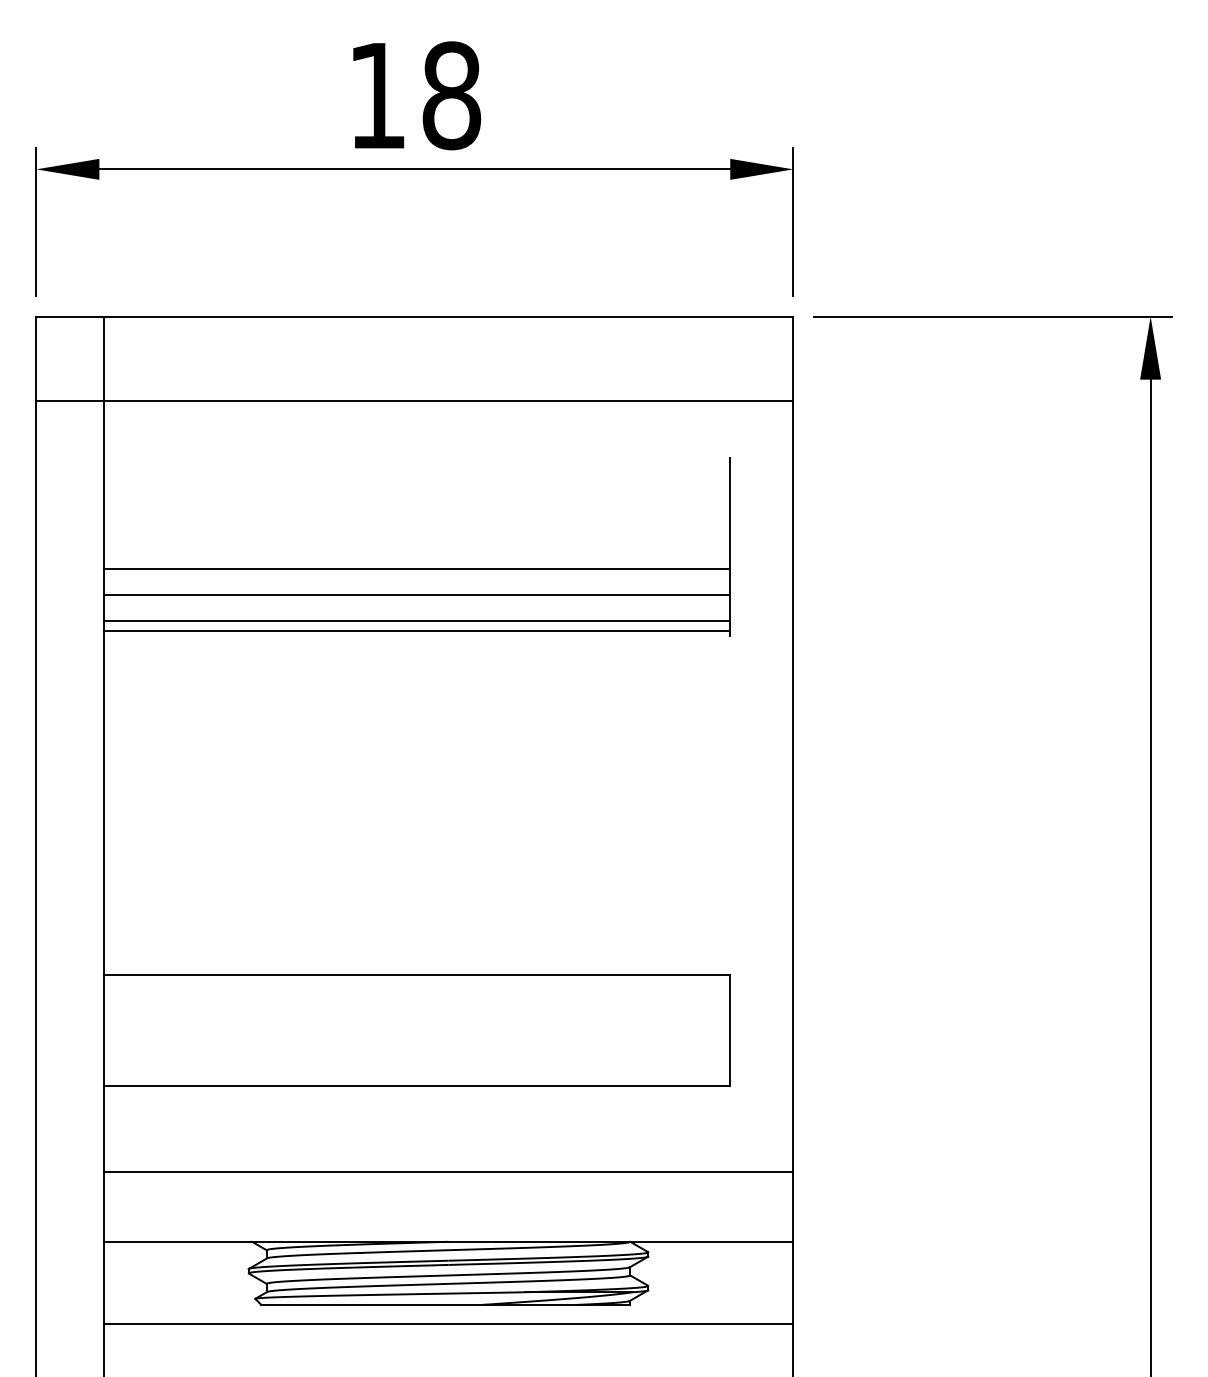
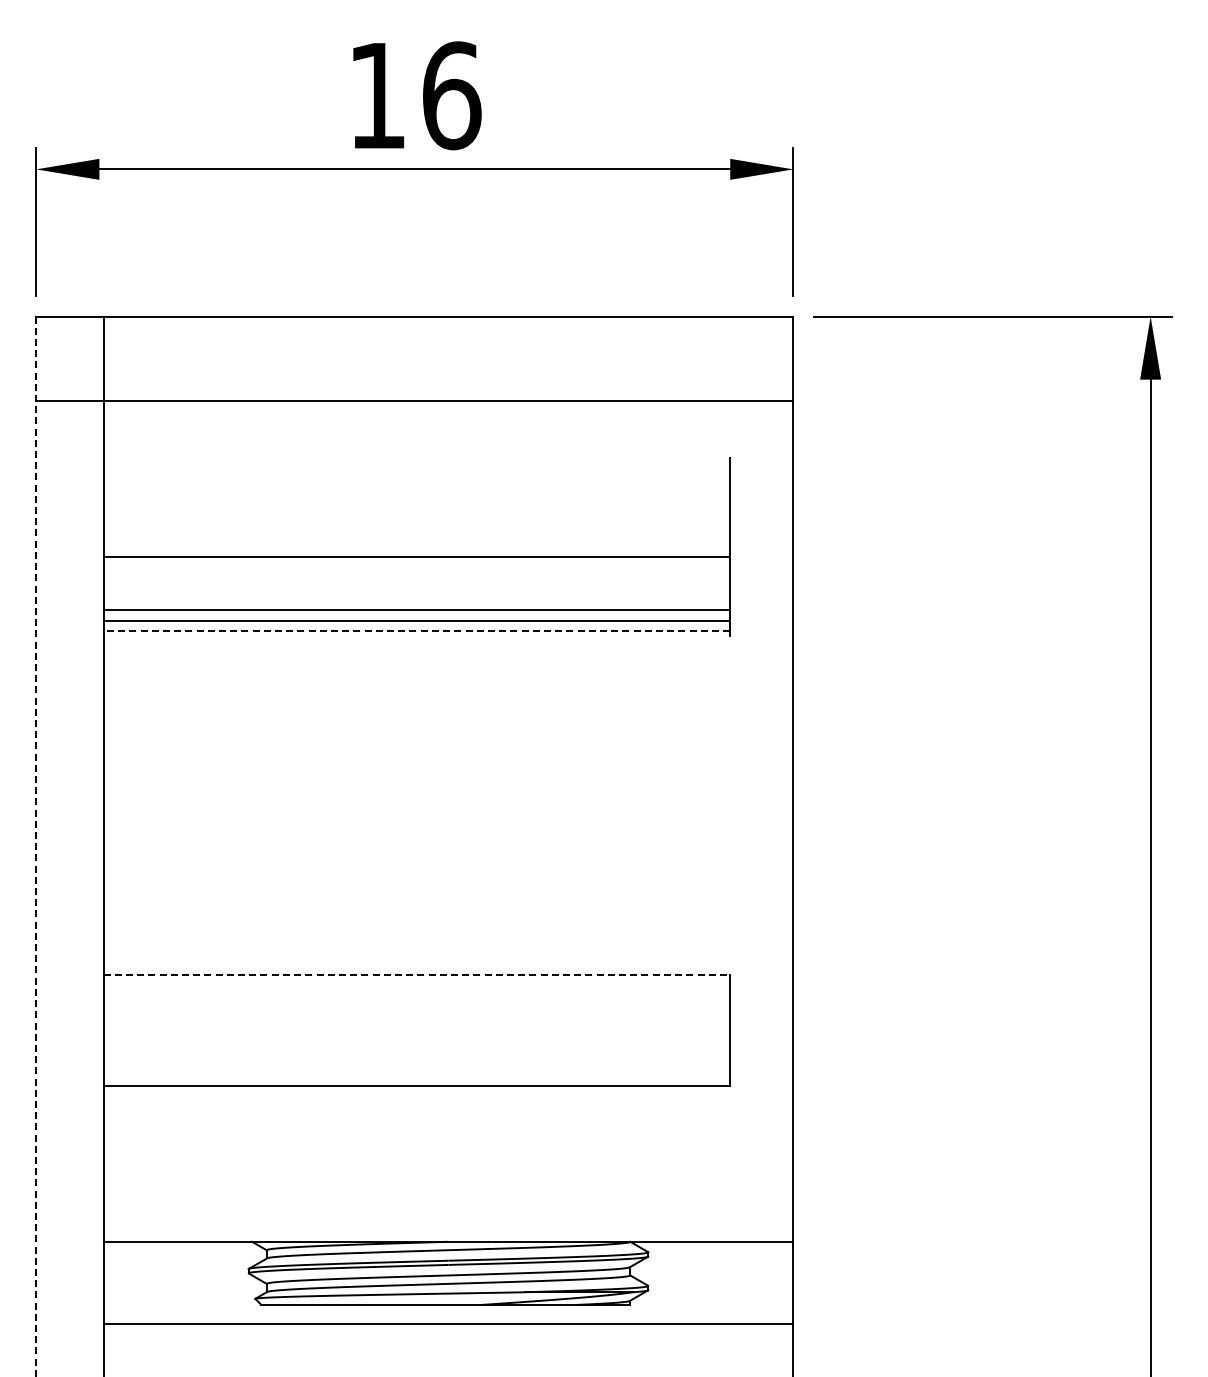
text at (451, 95): 18 -> 16
line at (416, 569) position: (416, 569) -> (416, 557)
line at (416, 595) position: (416, 595) -> (416, 610)
line at (416, 630): solid -> dashed
line at (36, 846): solid -> dashed
line at (417, 974): solid -> dashed
line at (448, 1172): present -> none
